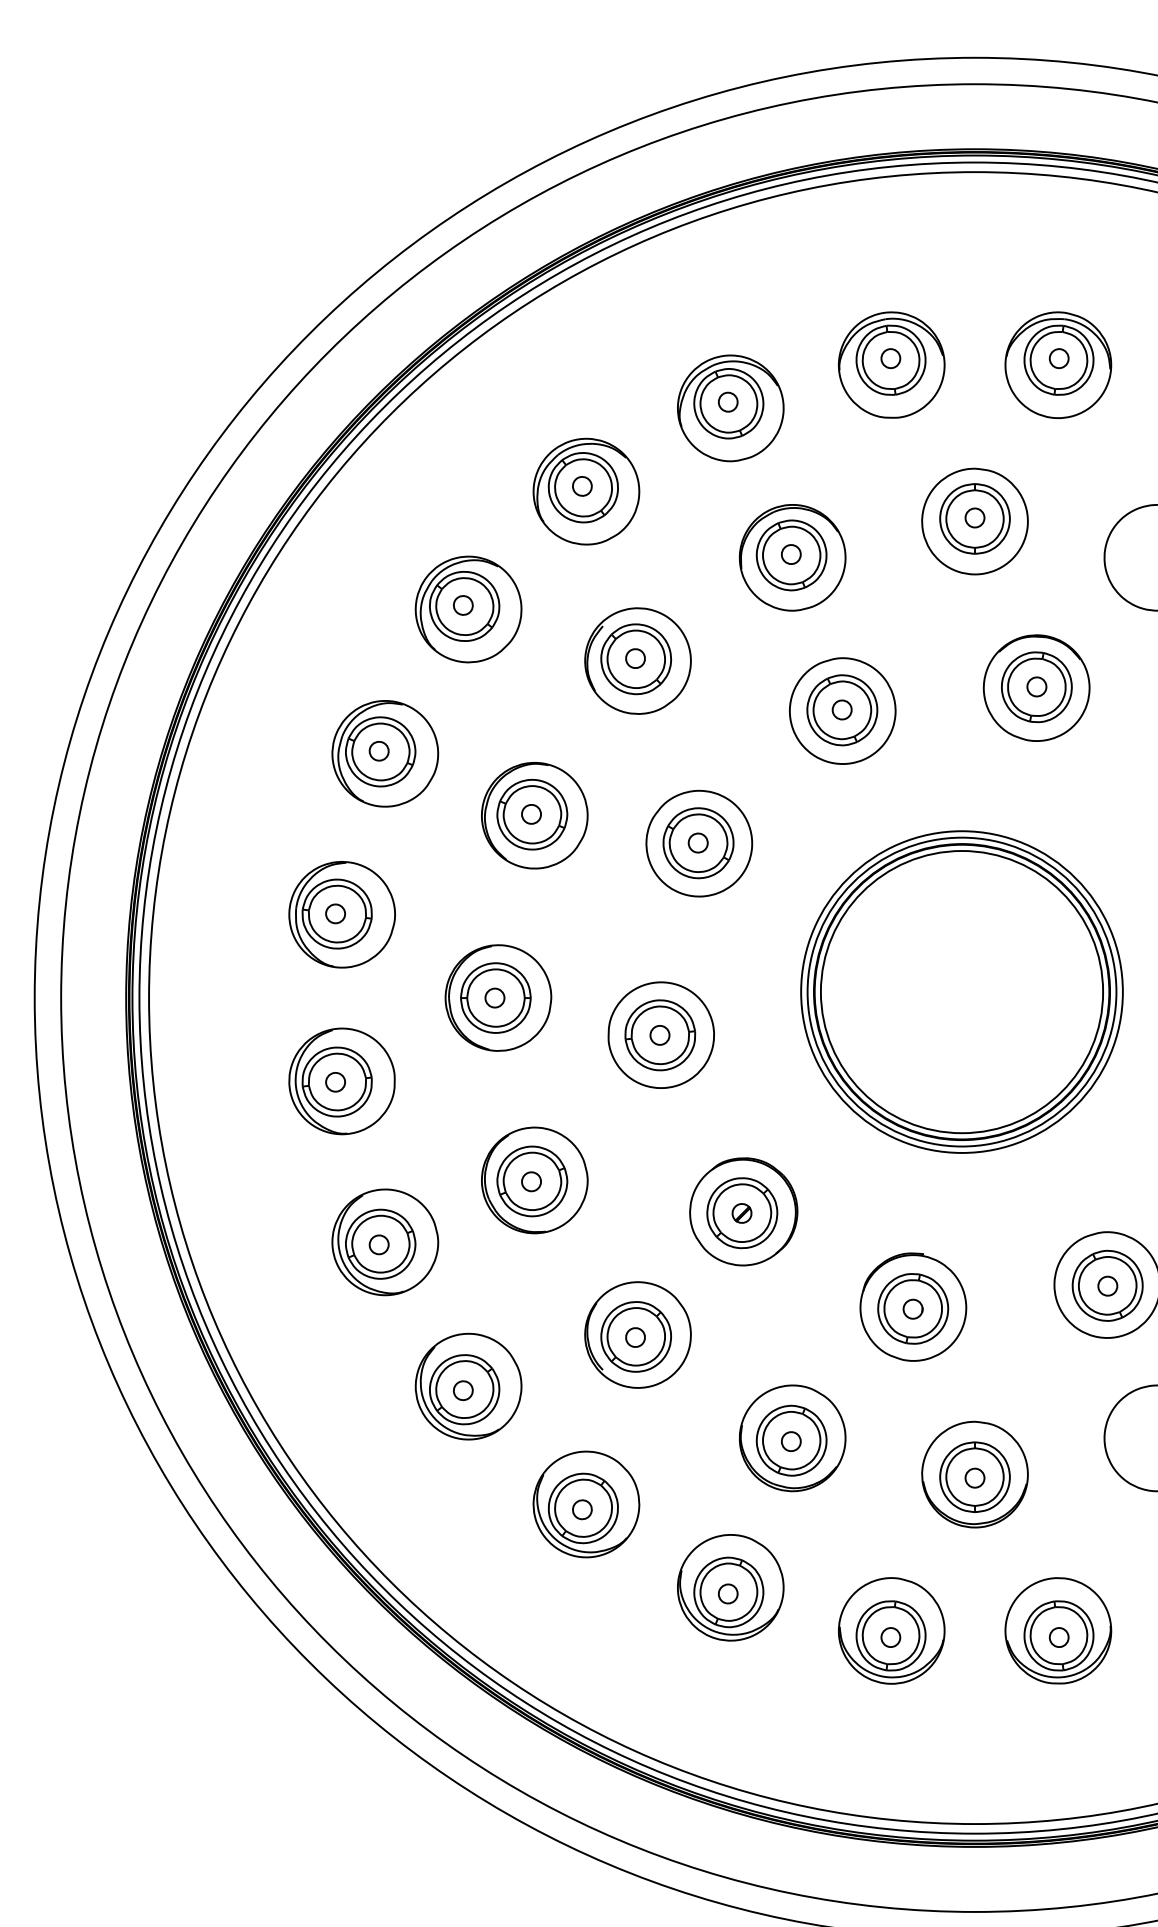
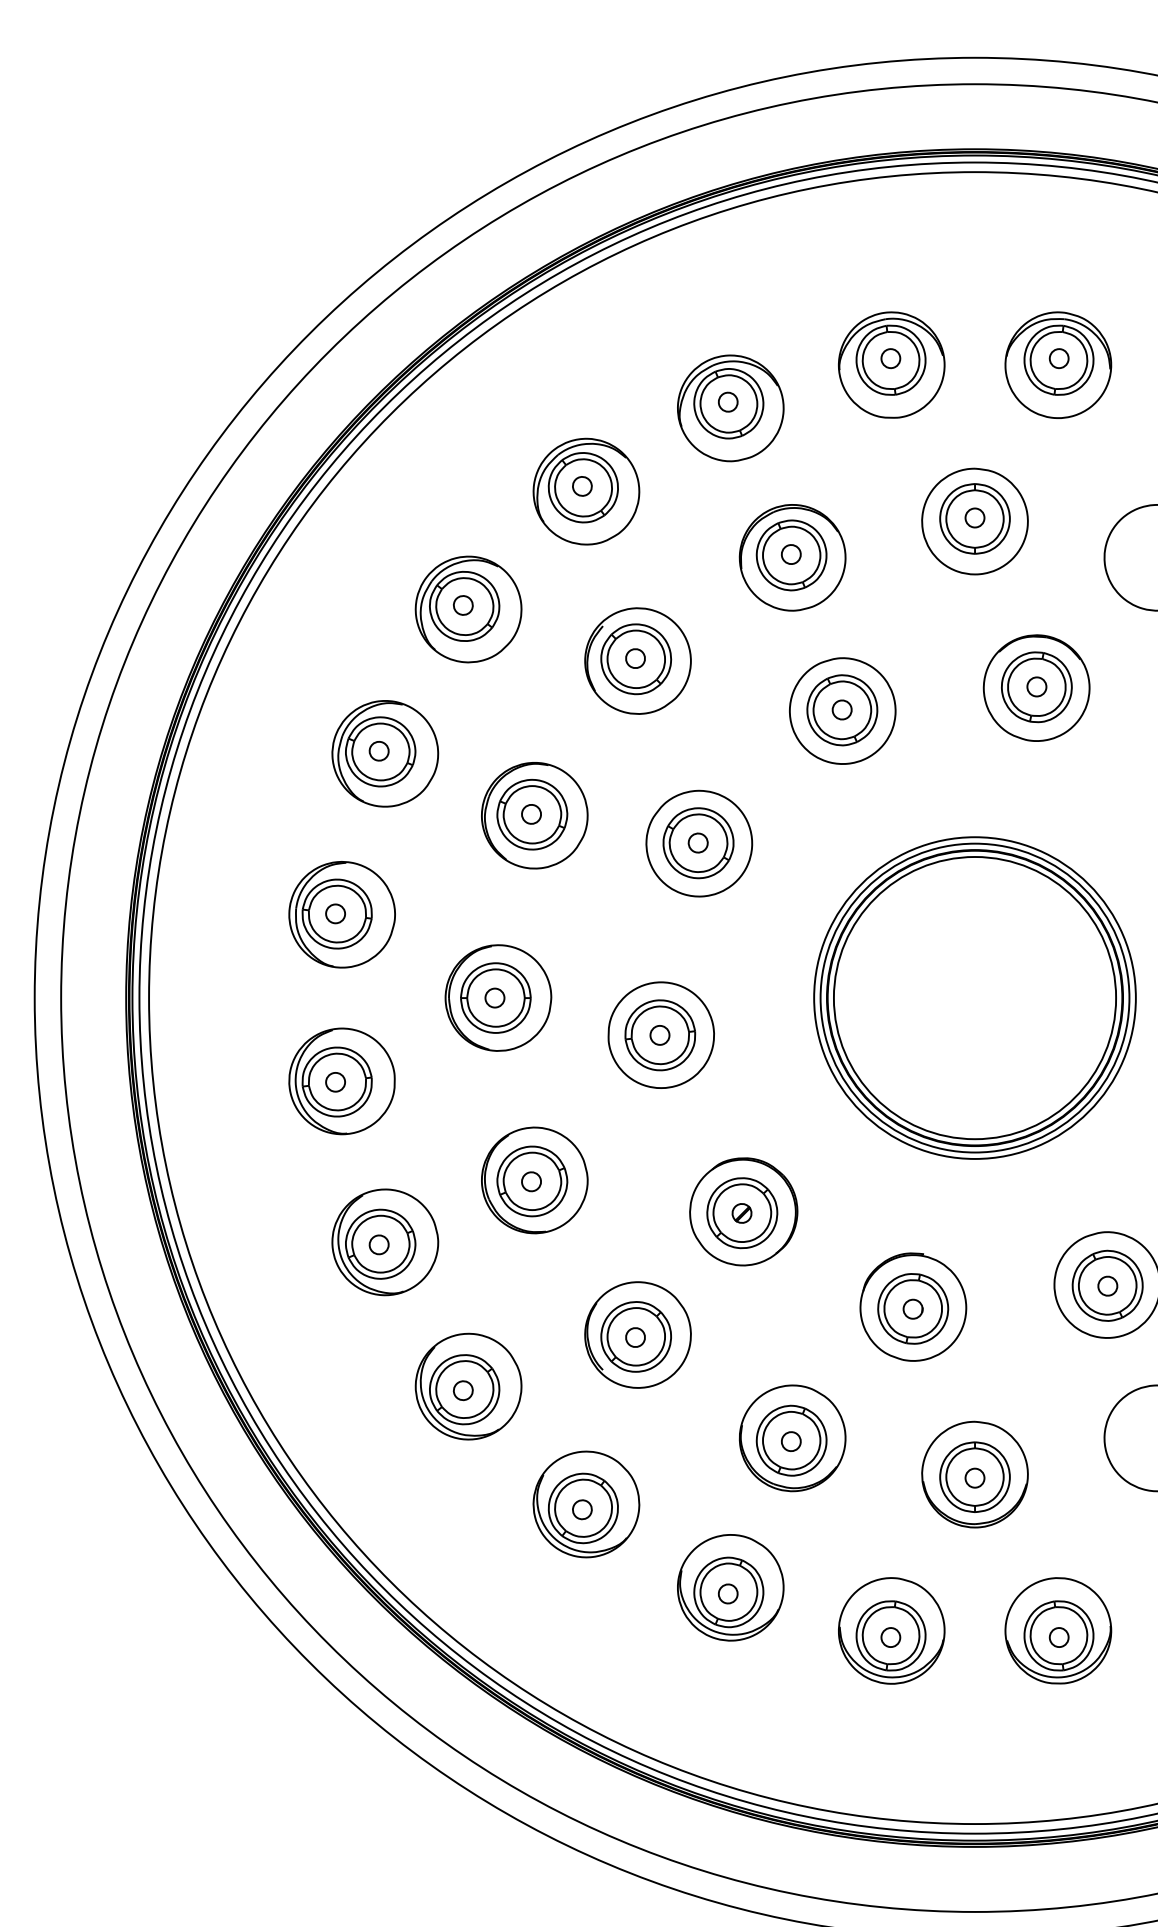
part at (961, 991) position: (961, 991) -> (974, 997)
